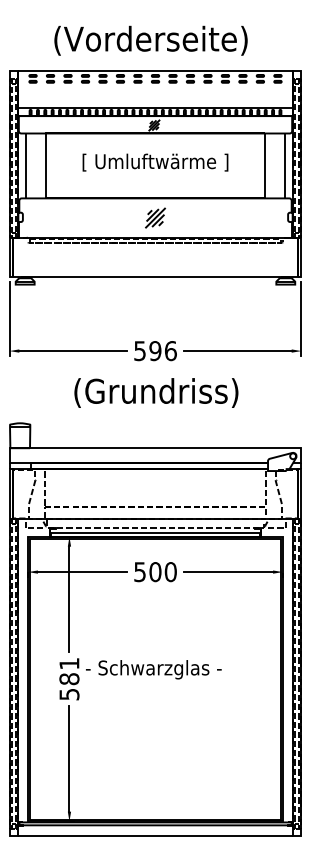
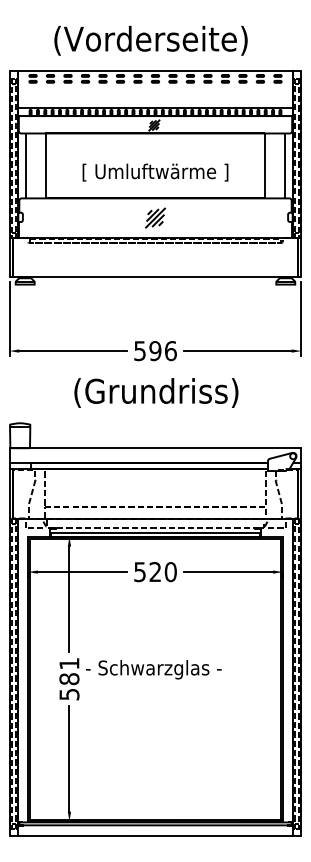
text at (155, 162) position: (155, 162) -> (155, 172)
text at (155, 572): 500 -> 520
